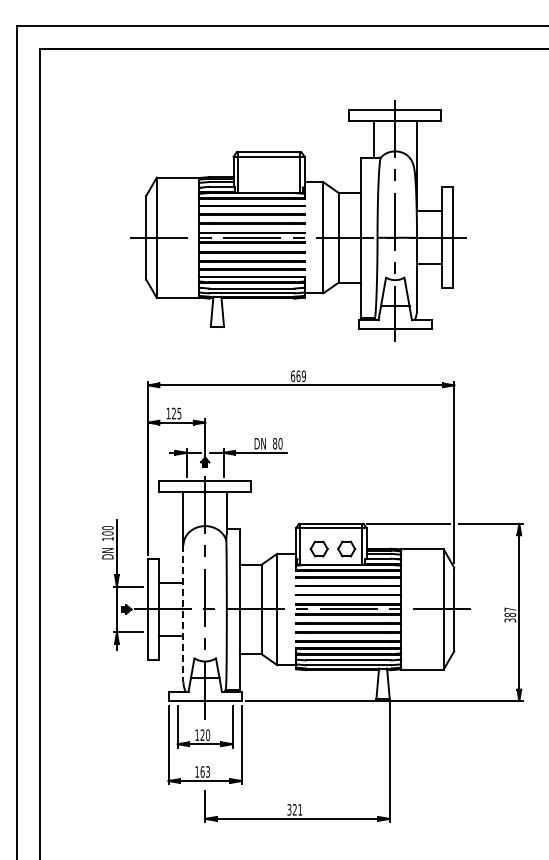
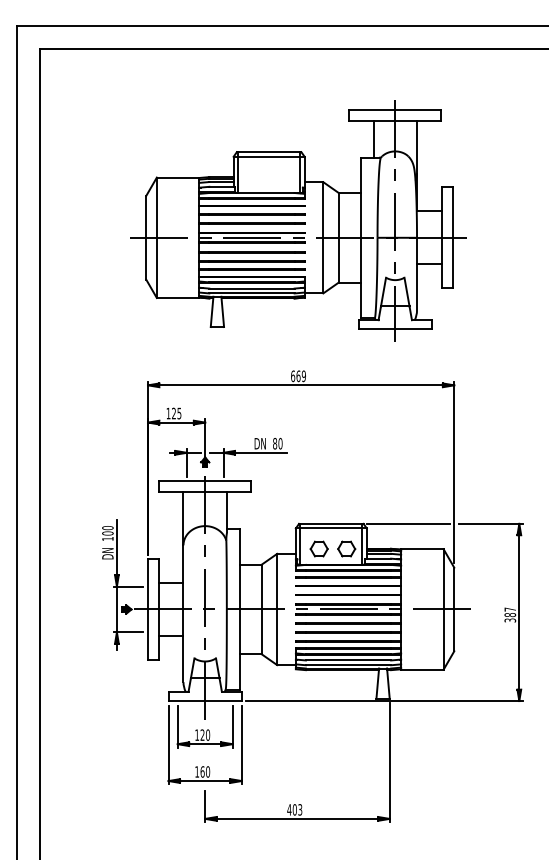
line at (183, 614): dashed -> solid
text at (208, 771): 163 -> 160
text at (294, 809): 321 -> 403
